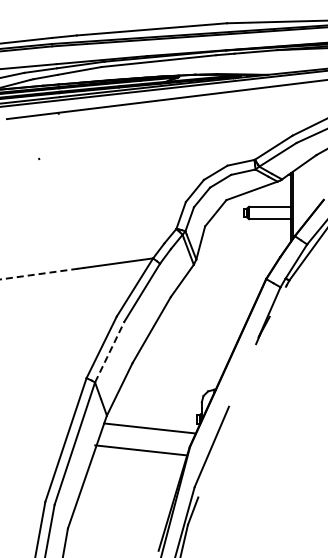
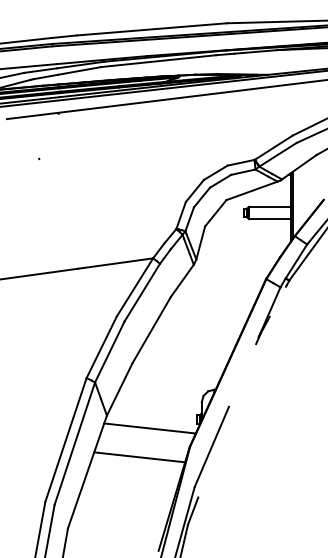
line at (38, 274): dashed -> solid
line at (109, 351): dashed -> solid
line at (140, 450) position: (140, 450) -> (139, 457)
